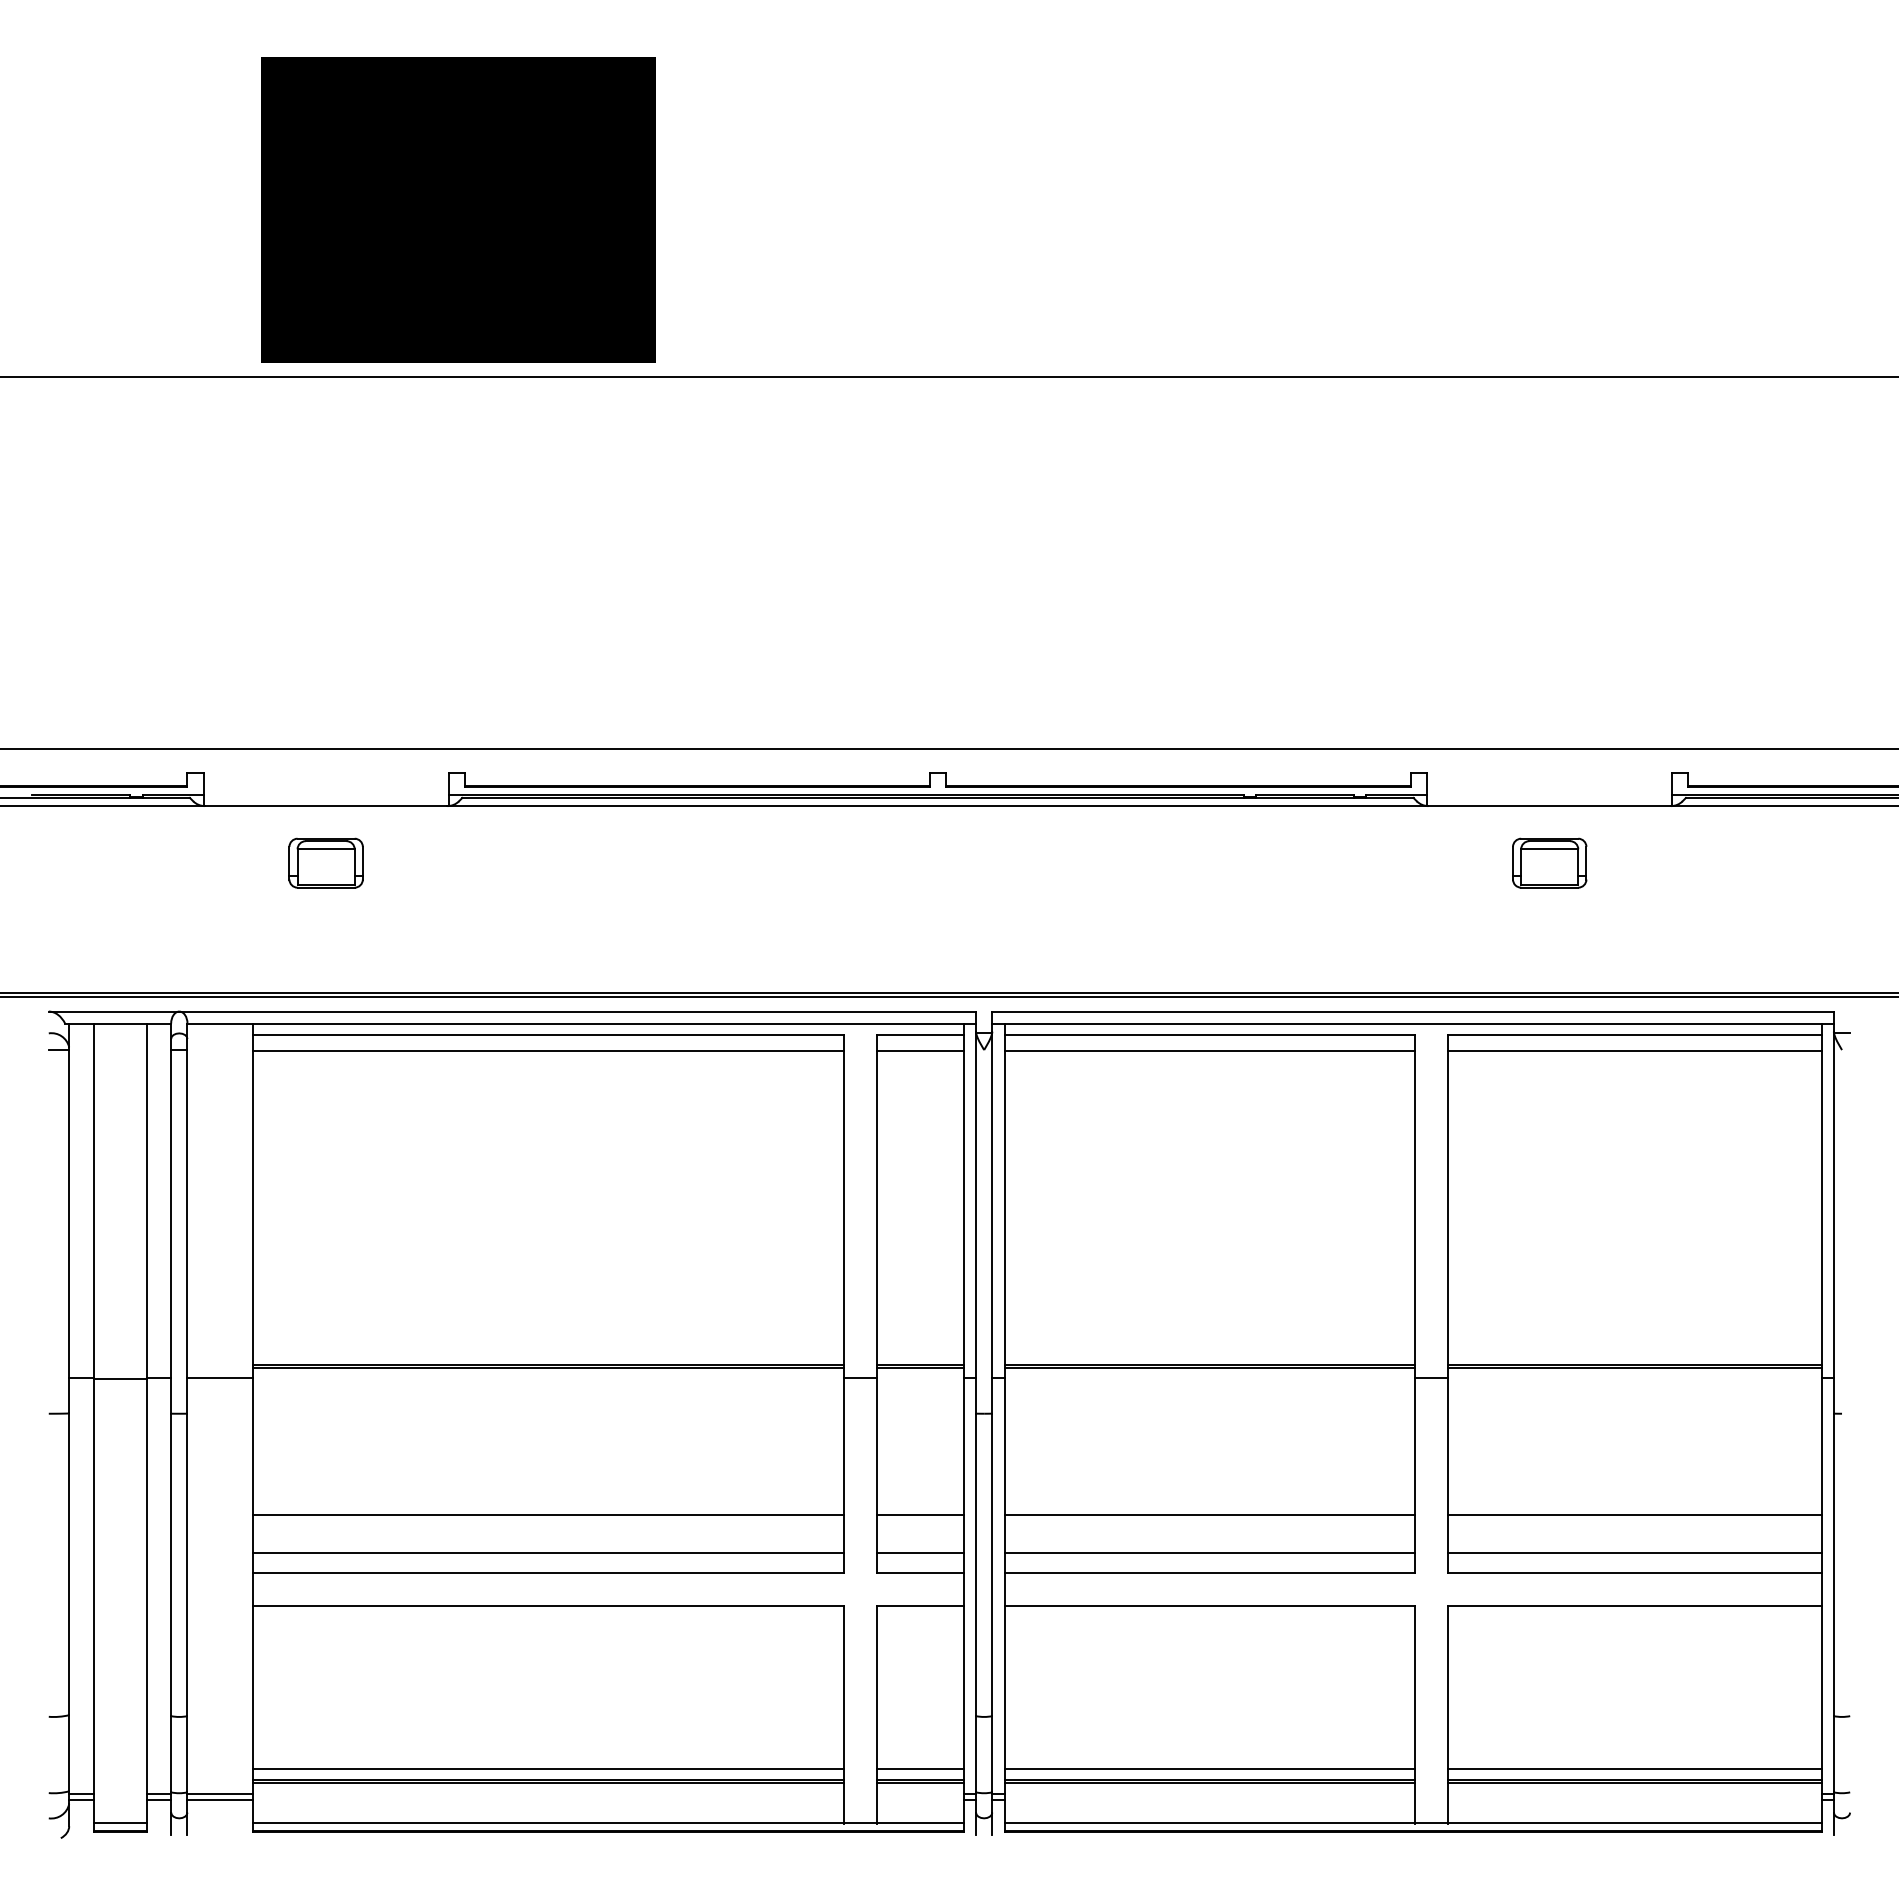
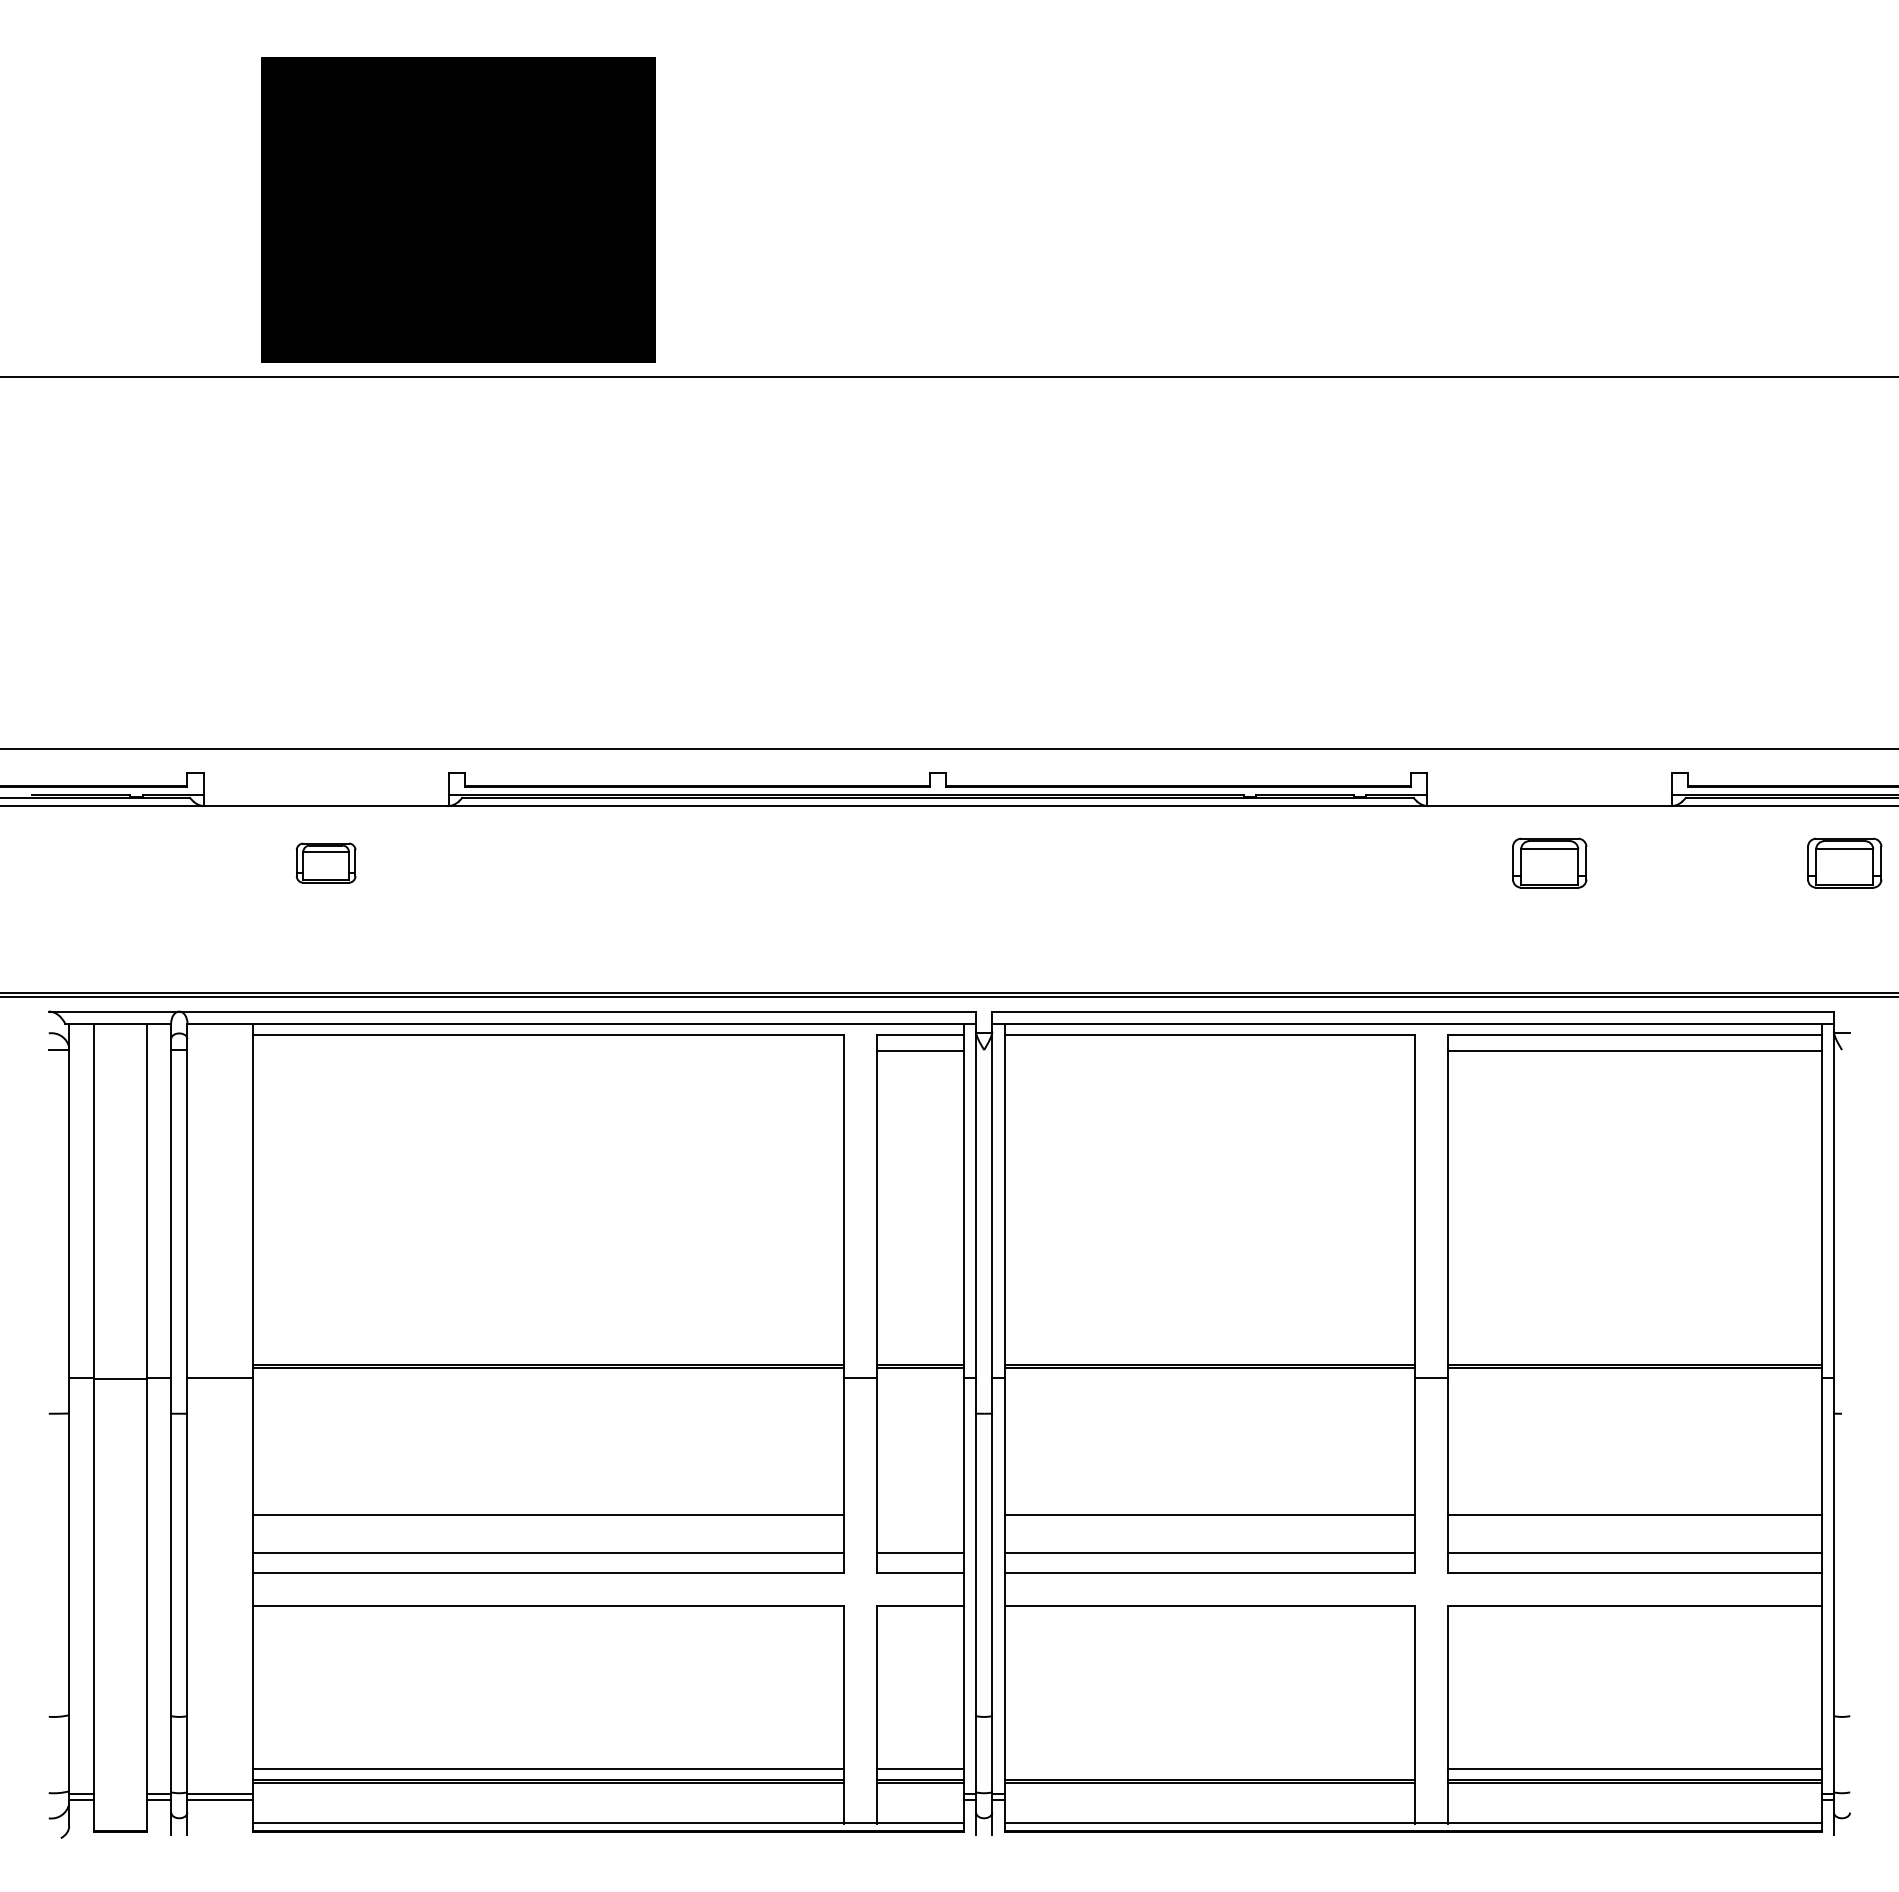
part at (325, 862) size: 76x52 px -> 62x42 px
part at (1844, 862): none -> present
line at (548, 1051): present -> none
line at (1209, 1051): present -> none
line at (919, 1515): present -> none
line at (1209, 1768): present -> none
line at (119, 1822): present -> none
